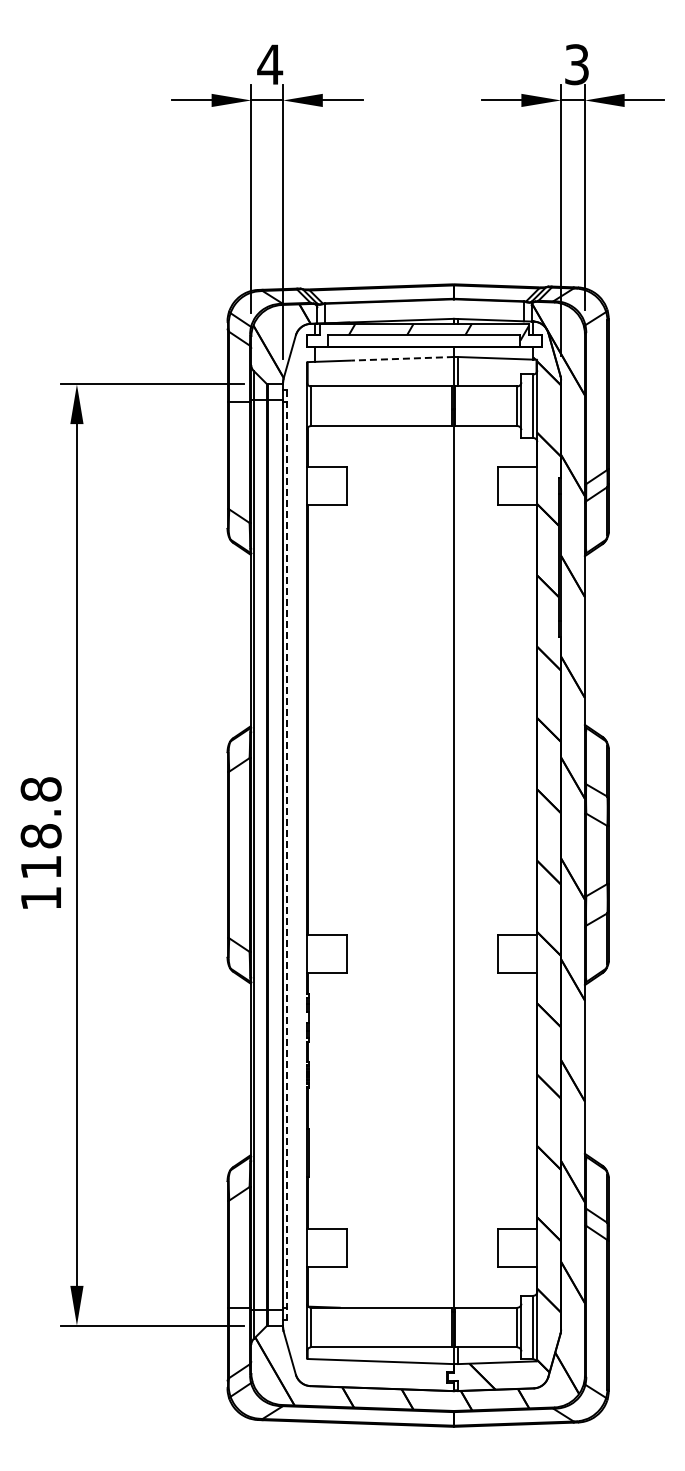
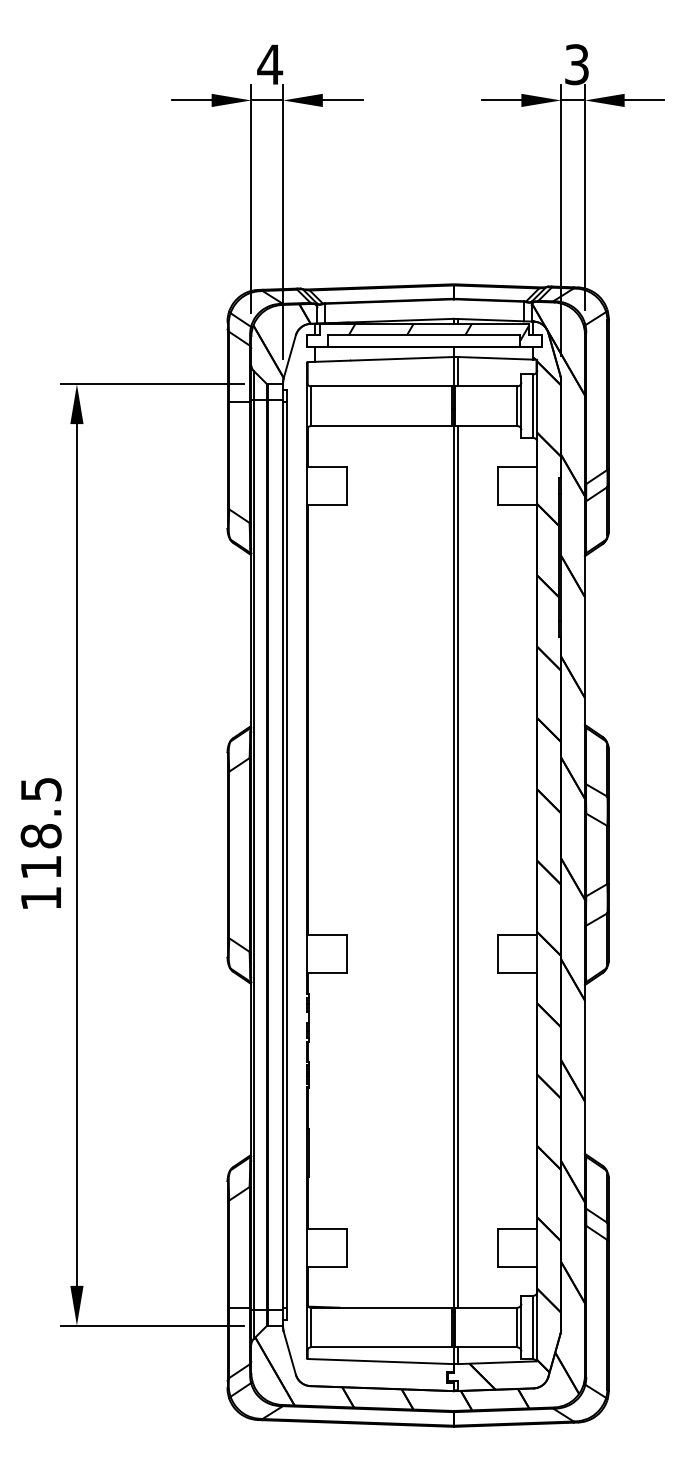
line at (401, 358): dashed -> solid
text at (40, 789): 118.8 -> 118.5
line at (287, 854): dashed -> solid
line at (457, 866): none -> present
